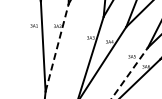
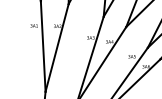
line at (57, 47): dashed -> solid
line at (129, 73): dashed -> solid
